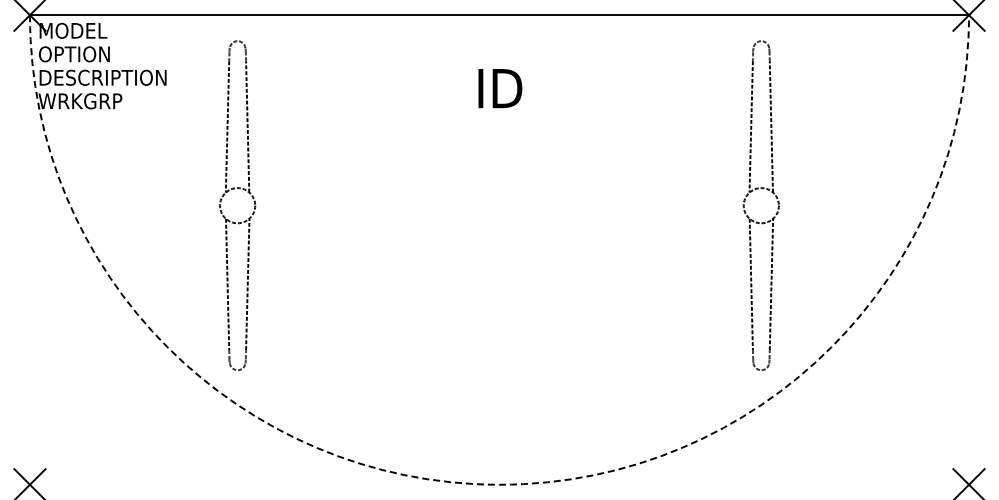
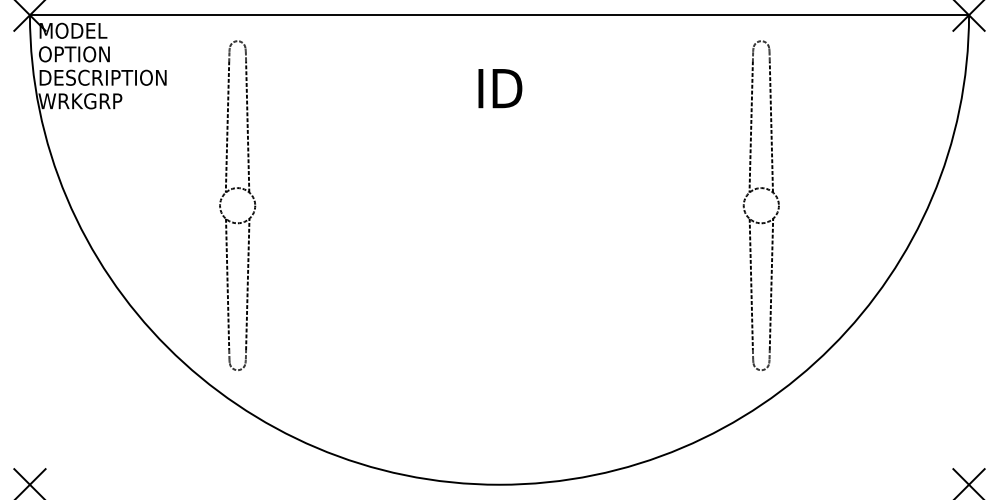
arc at (499, 484): dashed -> solid
